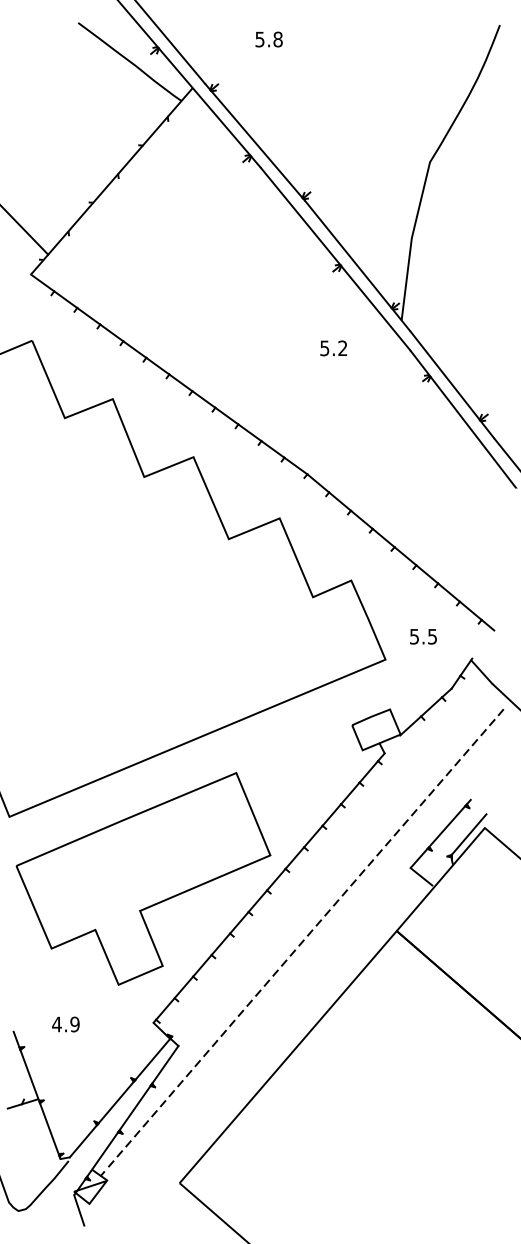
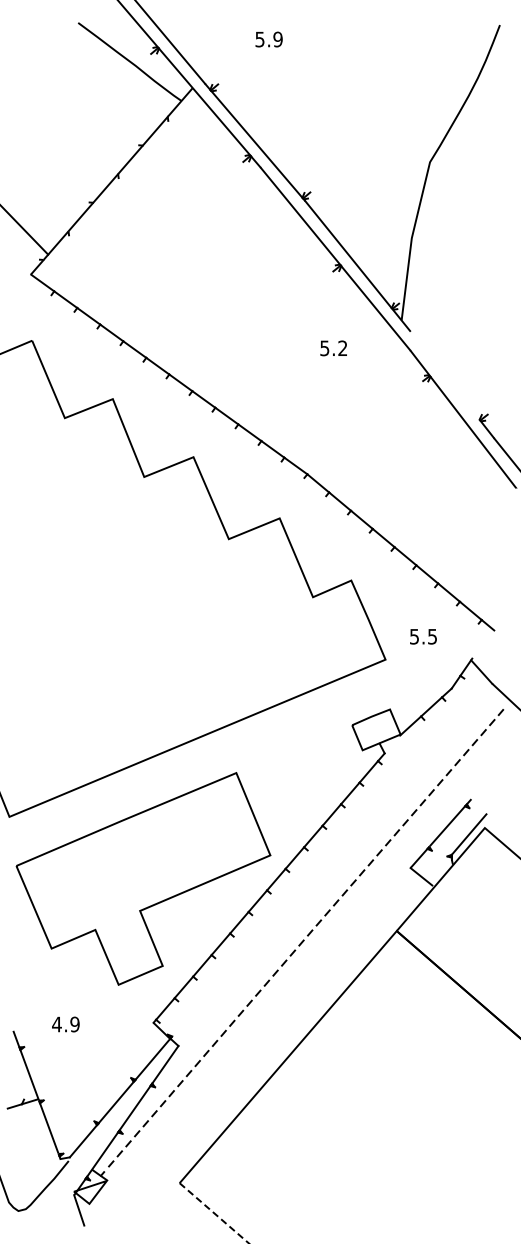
text at (277, 39): 5.8 -> 5.9
line at (445, 375): present -> none
line at (214, 1213): solid -> dashed
